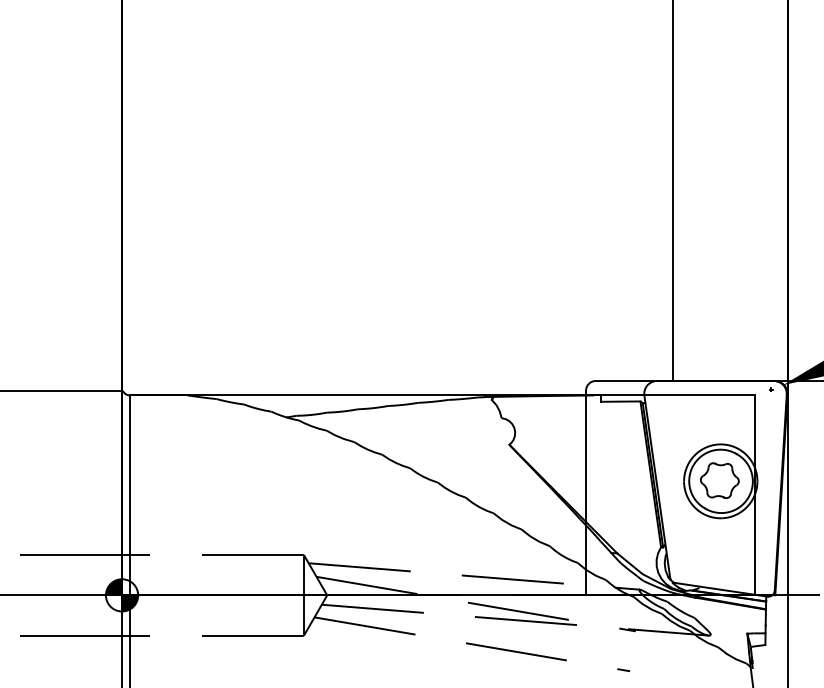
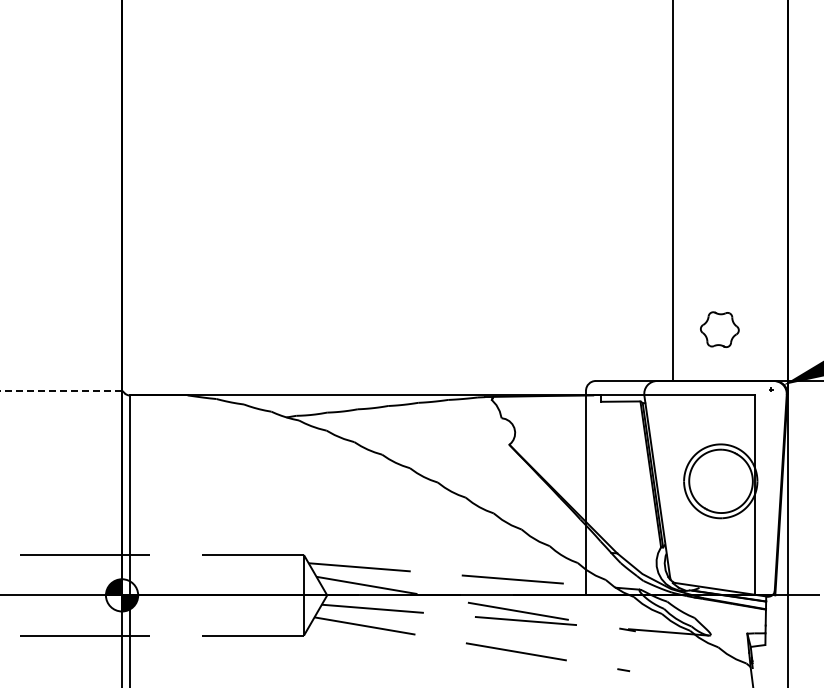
line at (61, 390): solid -> dashed
part at (719, 480) position: (719, 480) -> (719, 329)
